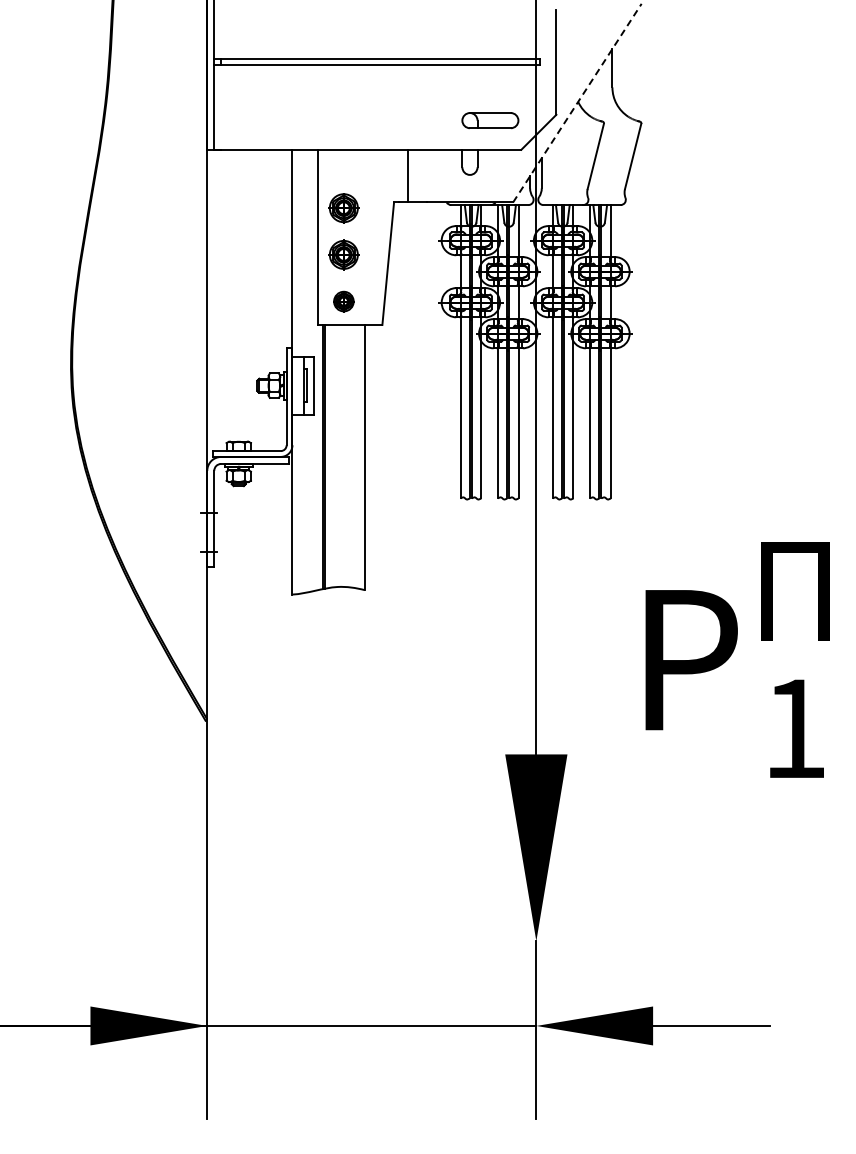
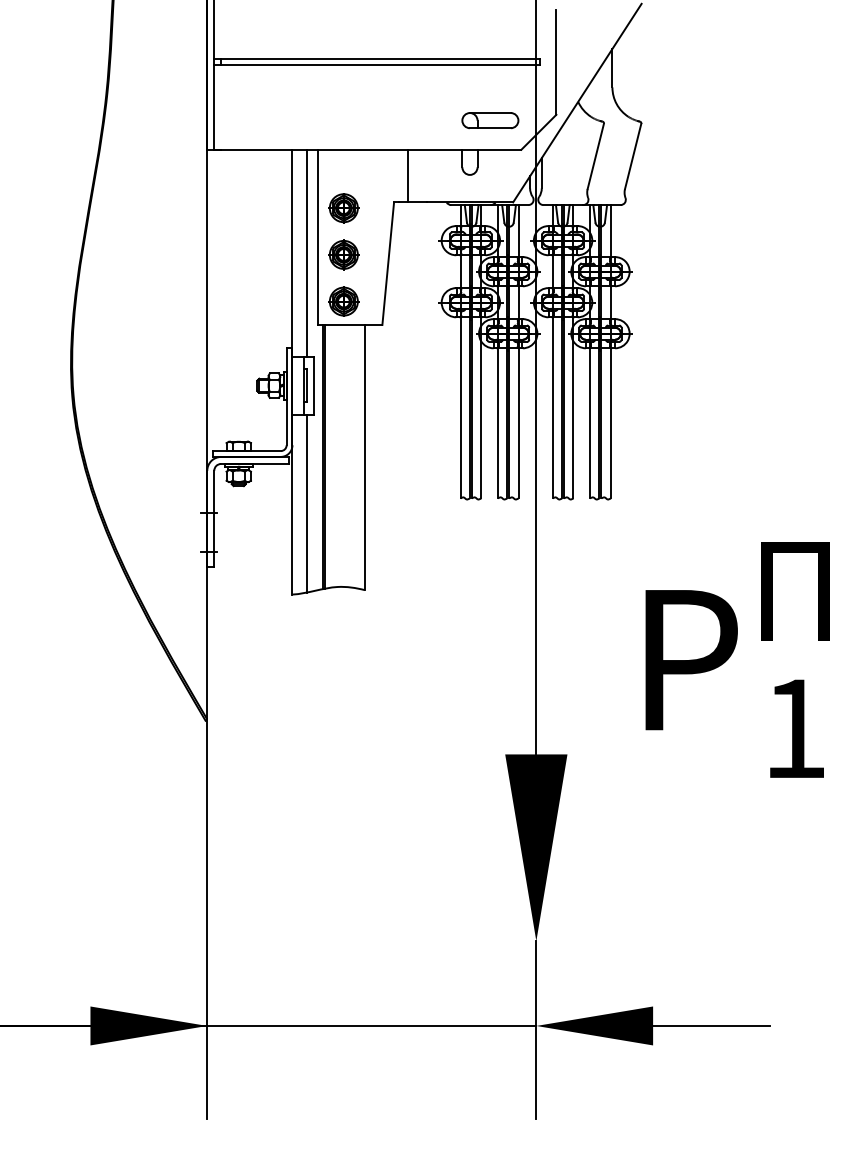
line at (577, 102): dashed -> solid
line at (306, 252): none -> present
part at (343, 301) size: 22x23 px -> 32x31 px
line at (306, 503): none -> present
